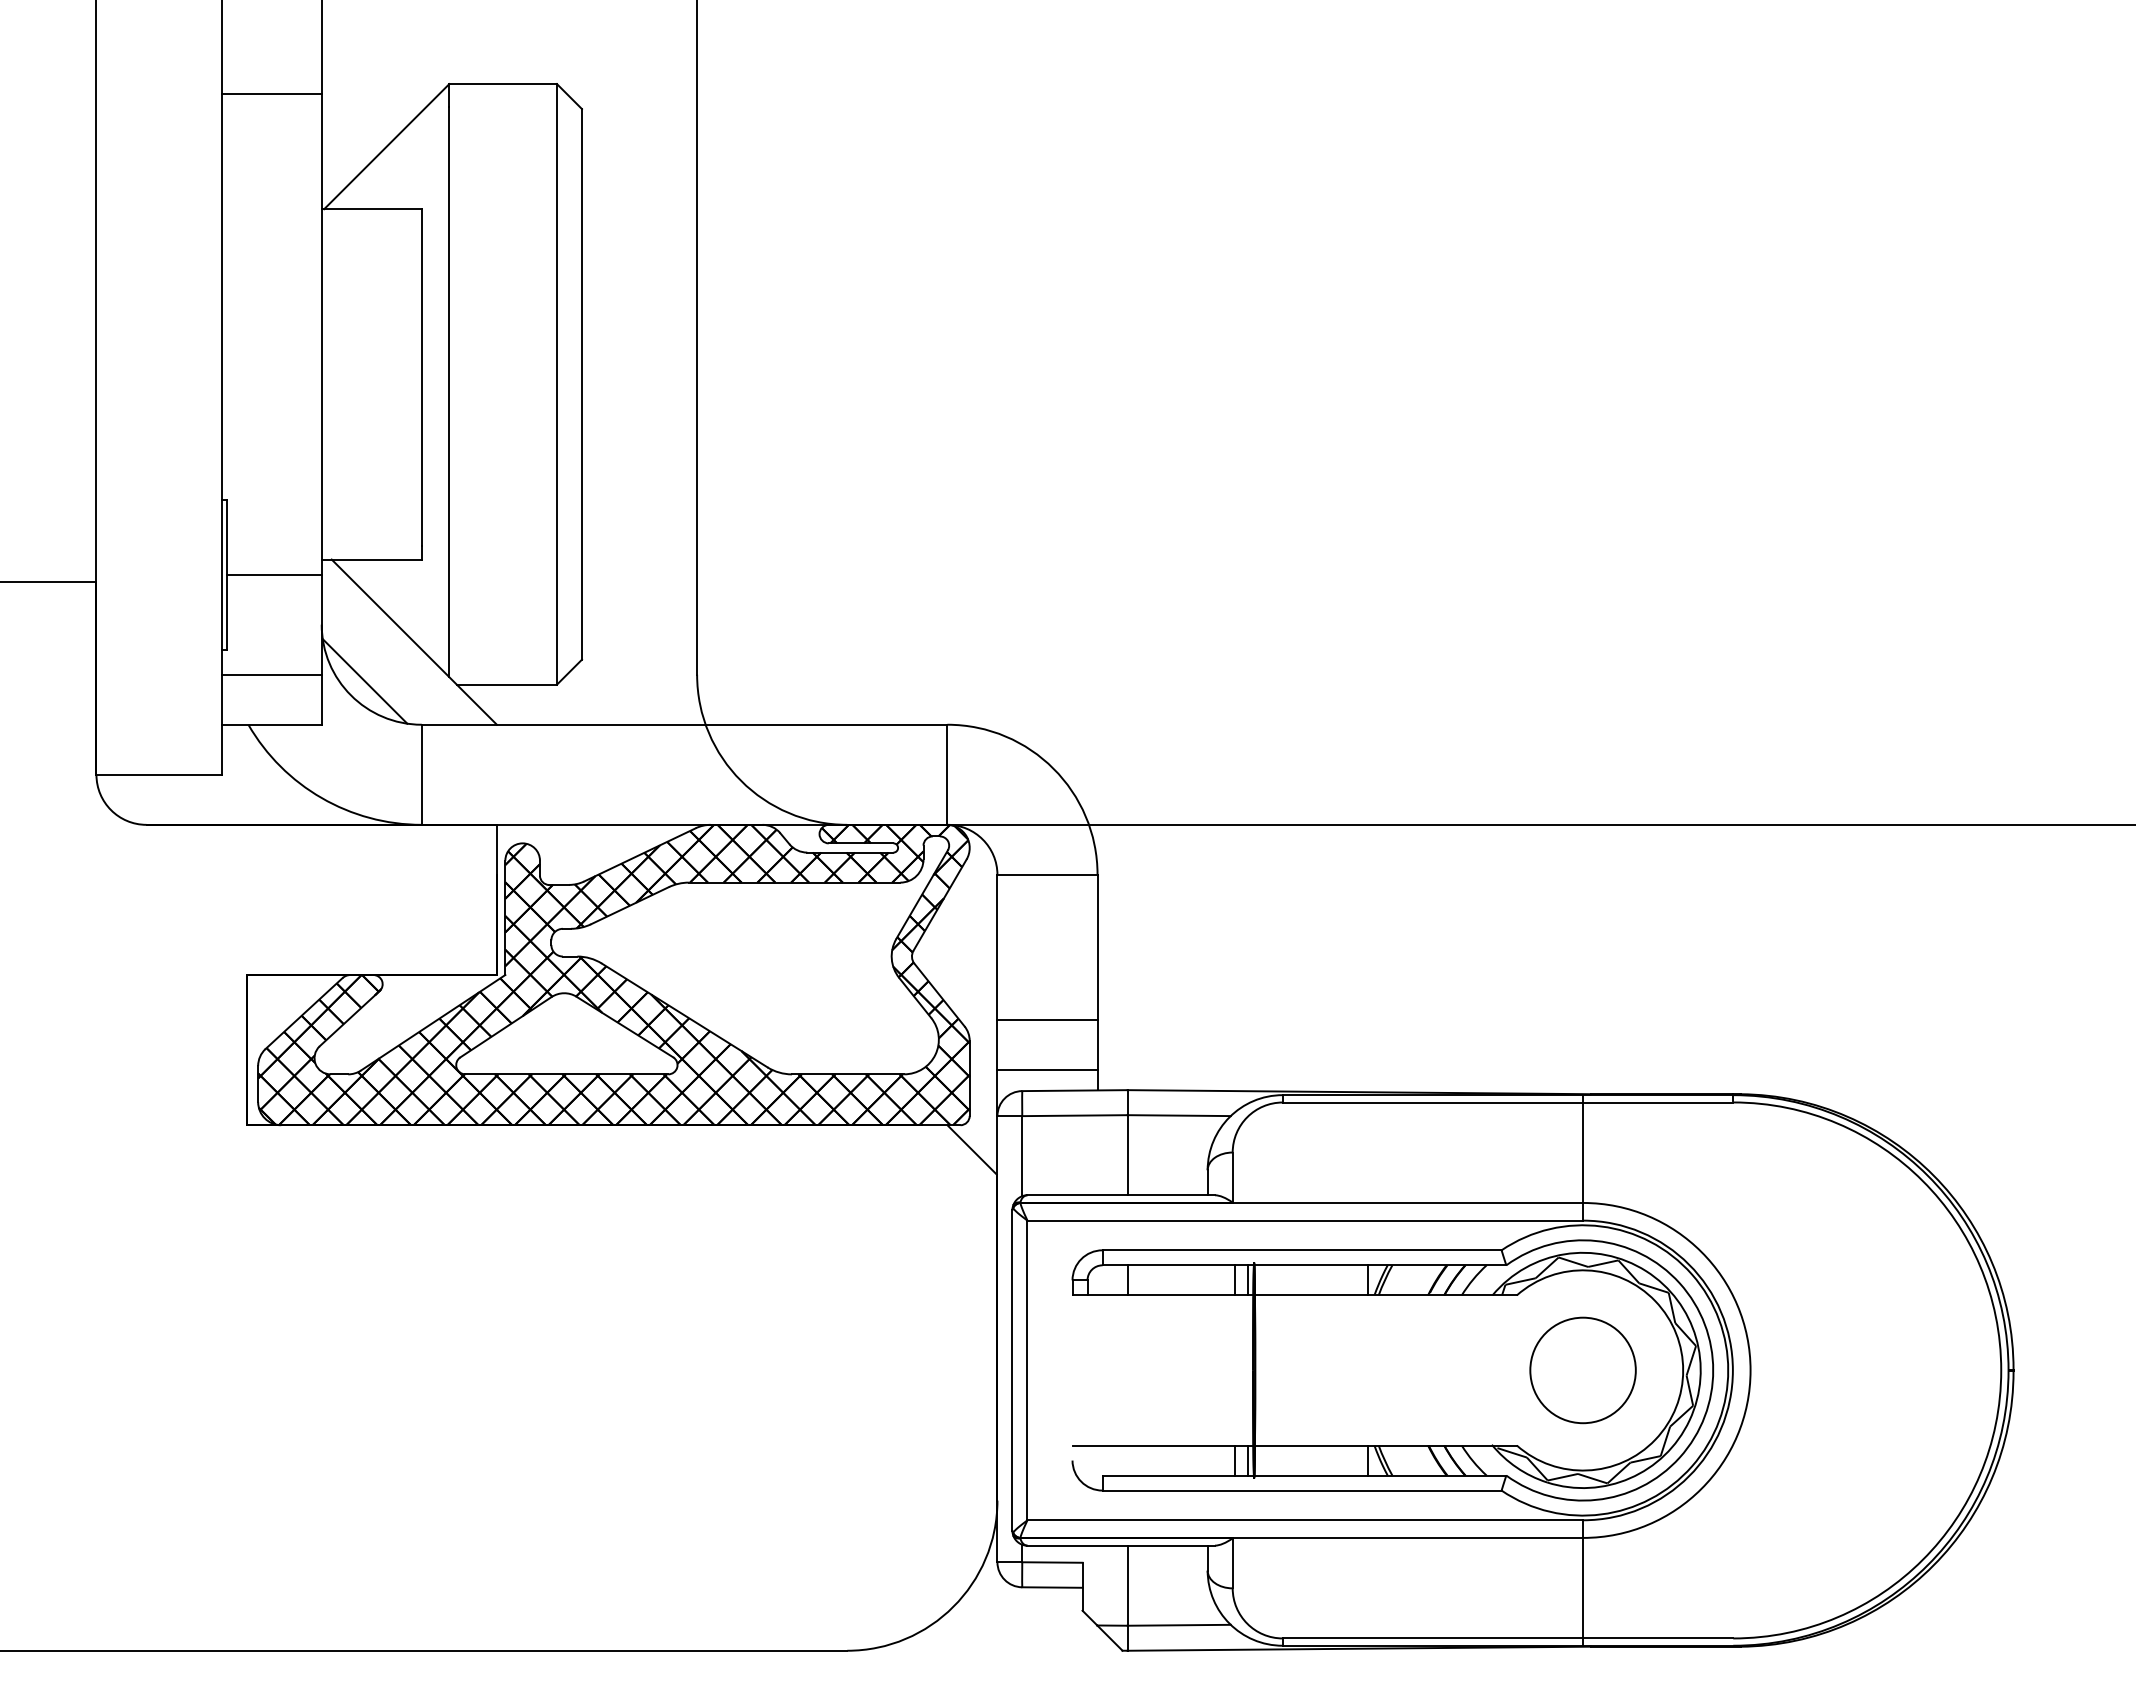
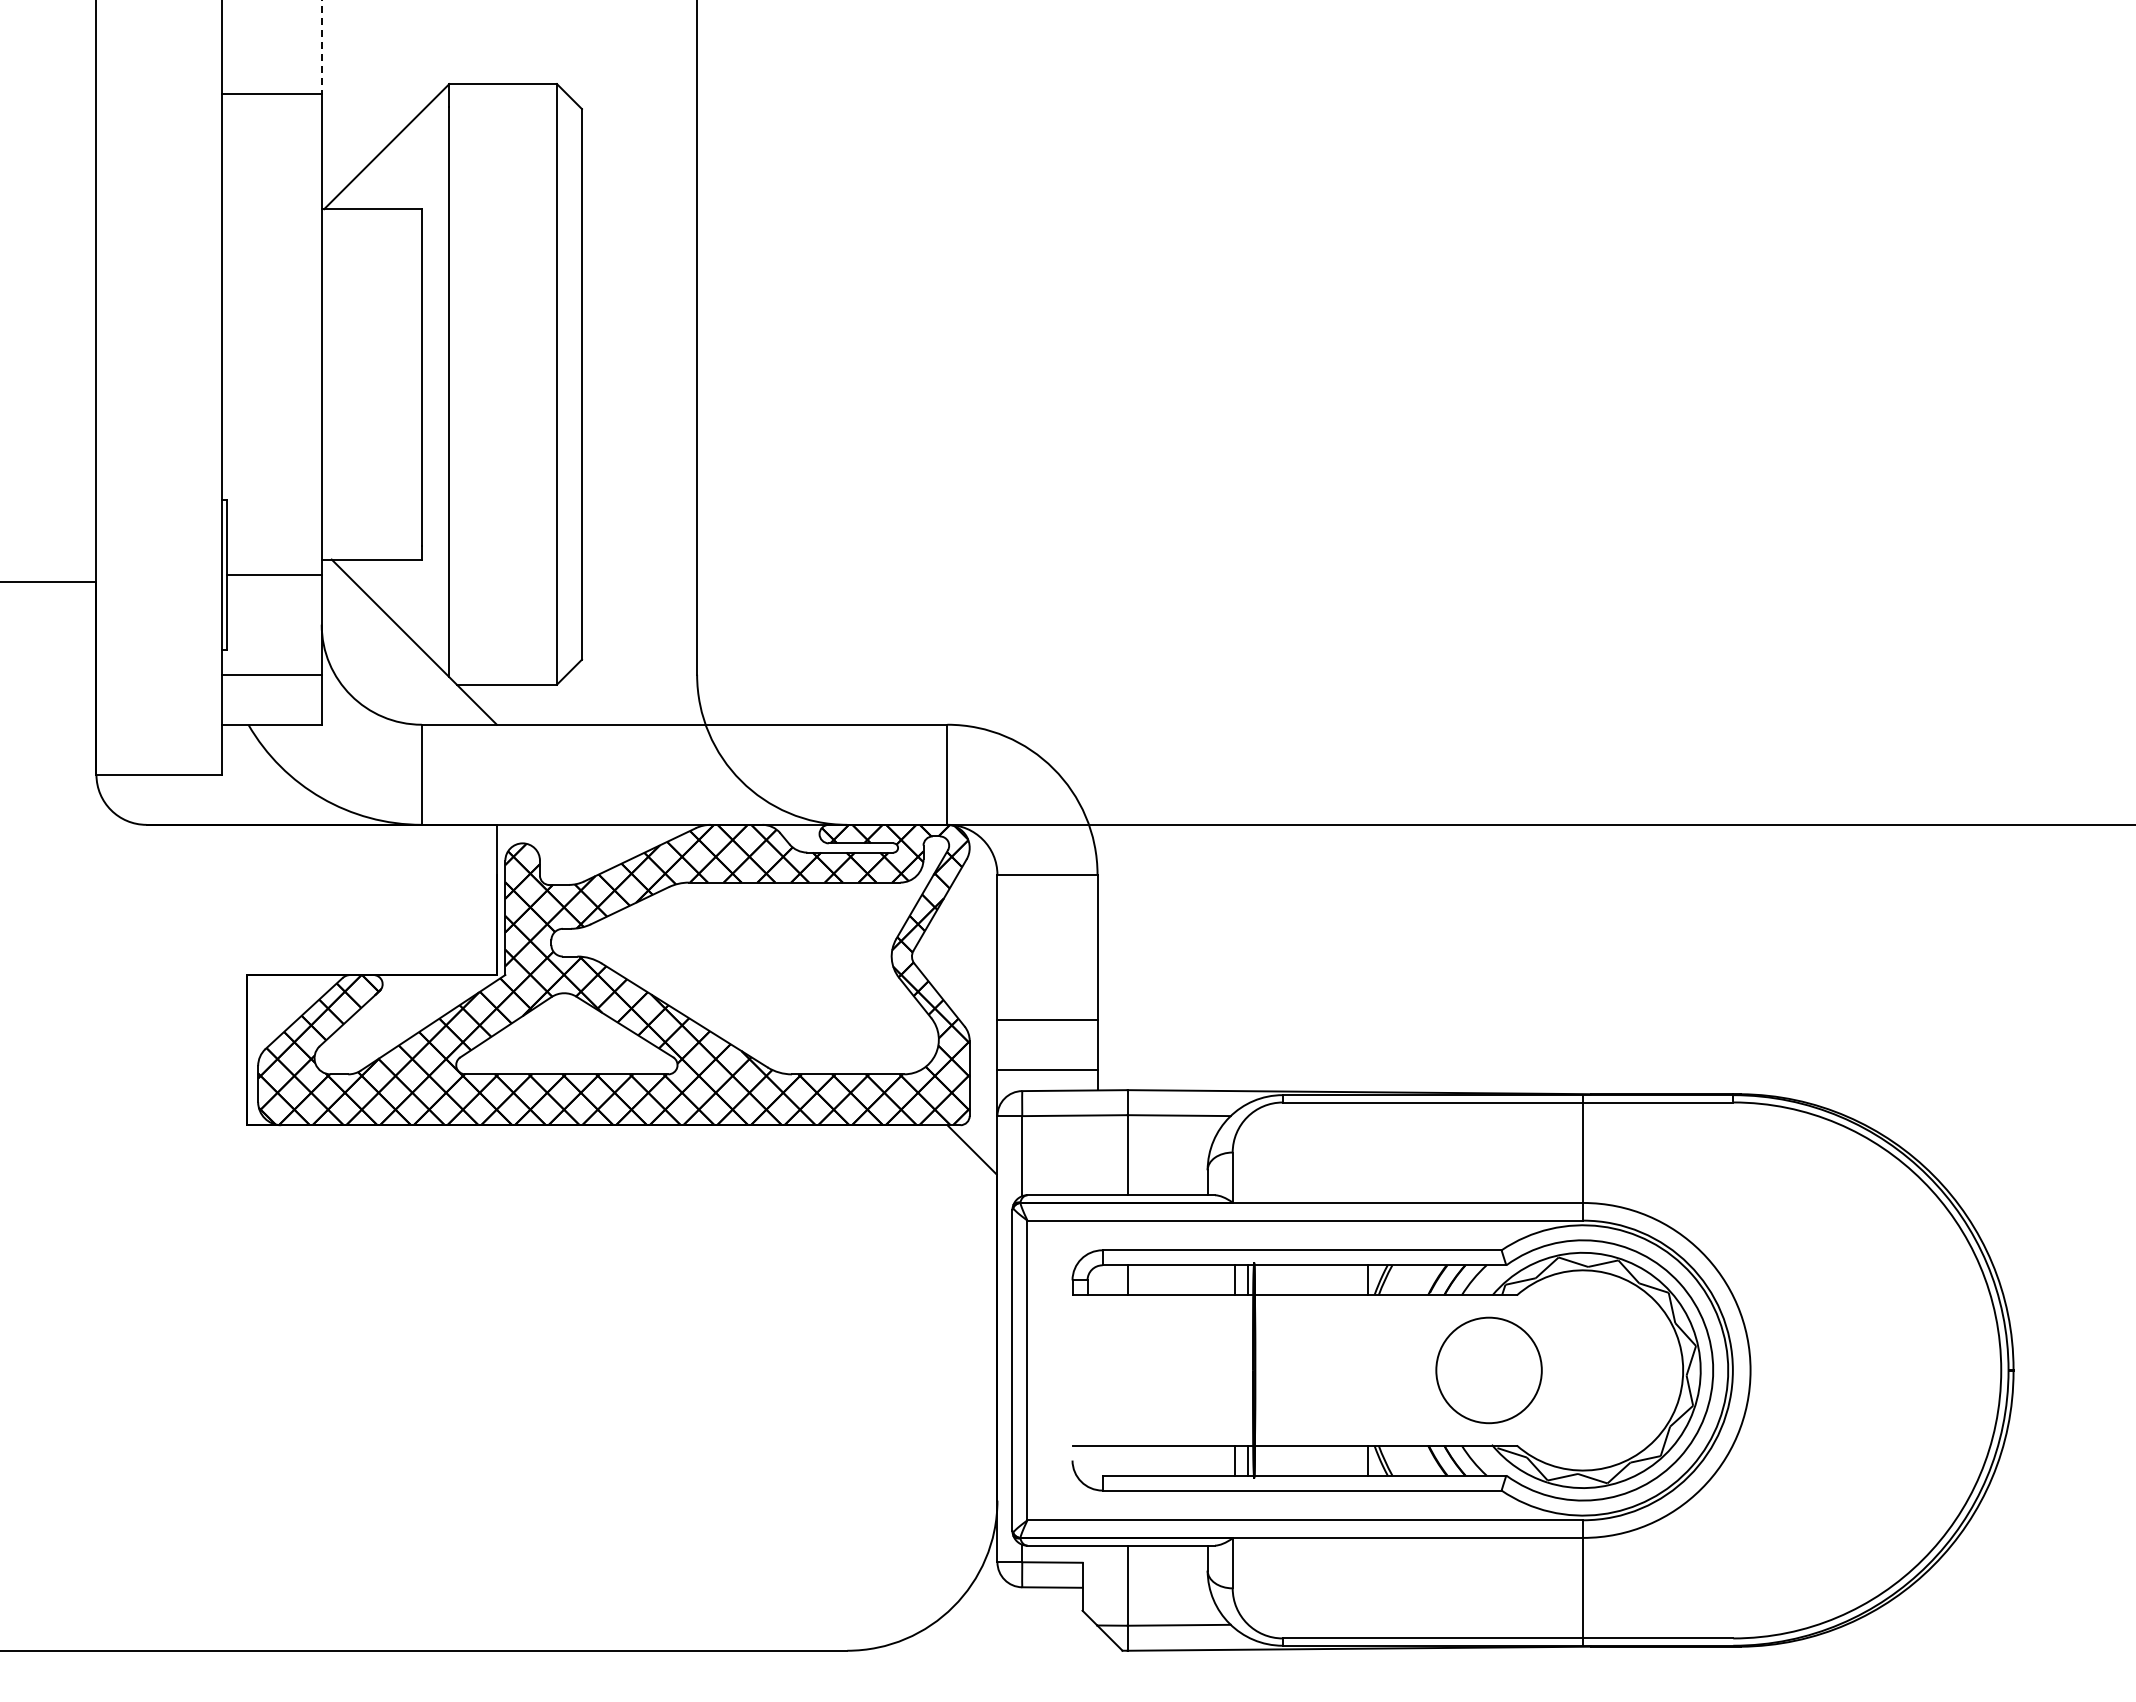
line at (321, 47): solid -> dashed
line at (364, 681): present -> none
circle at (1582, 1370) position: (1582, 1370) -> (1488, 1370)
